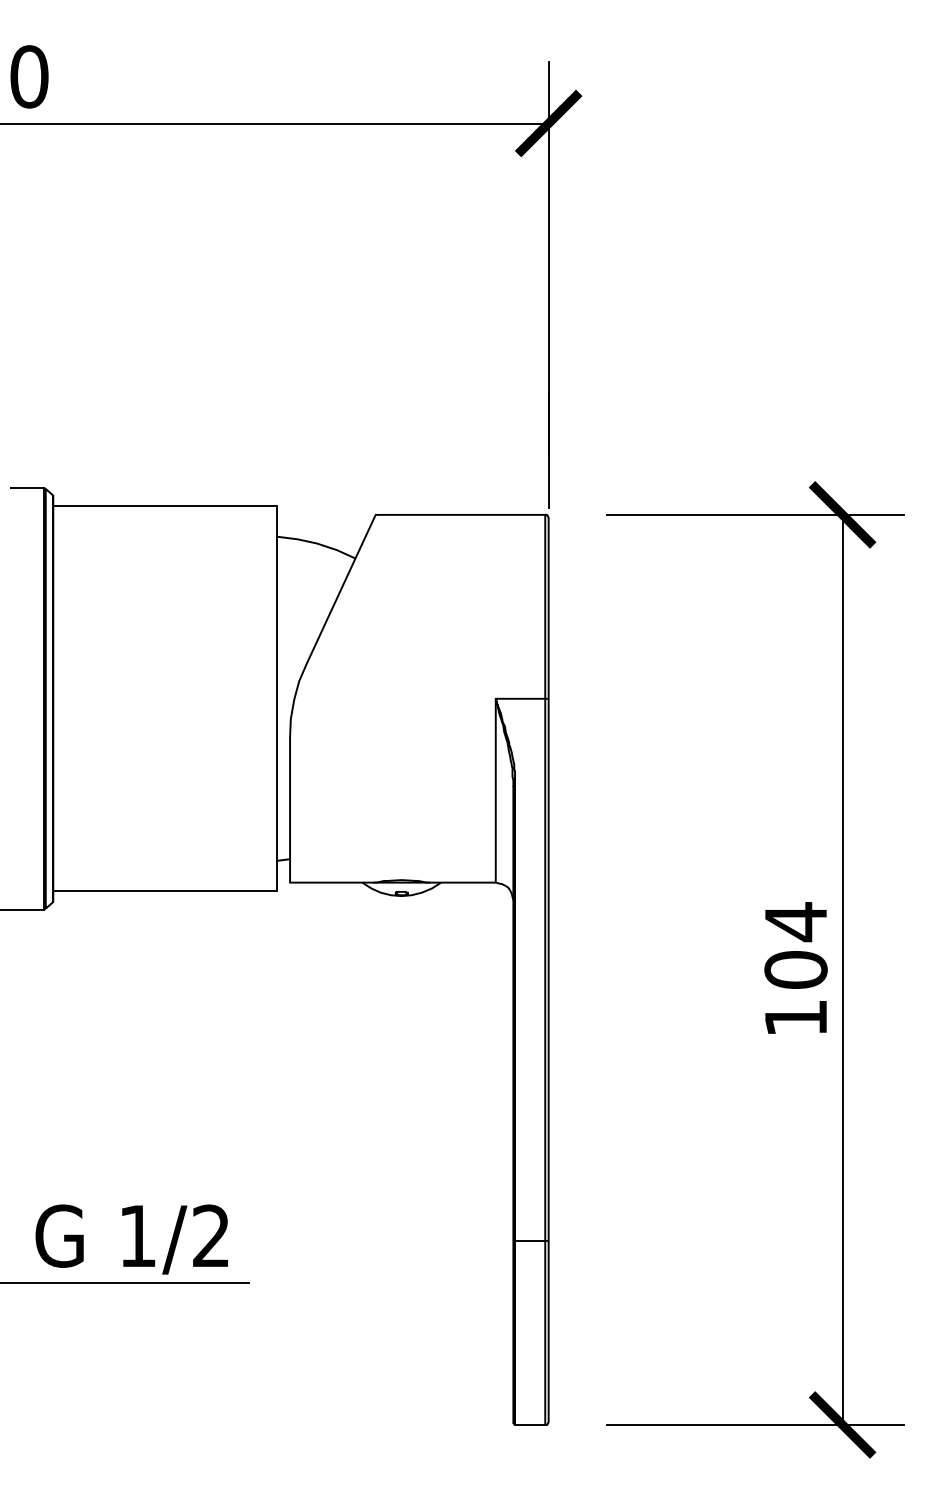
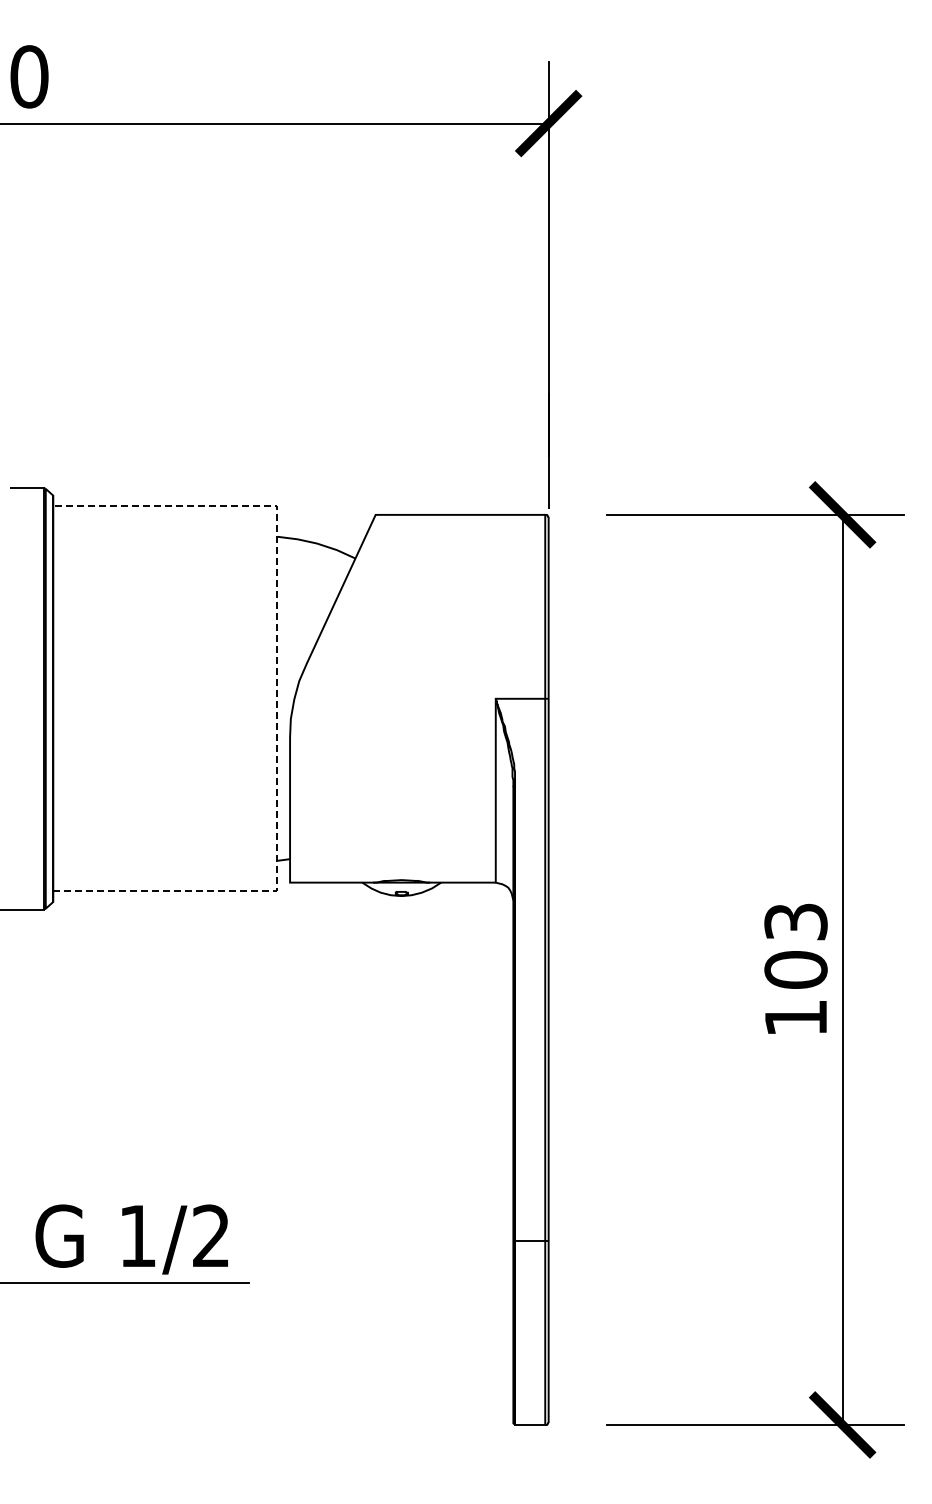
line at (277, 698): solid -> dashed
text at (795, 922): 104 -> 103
